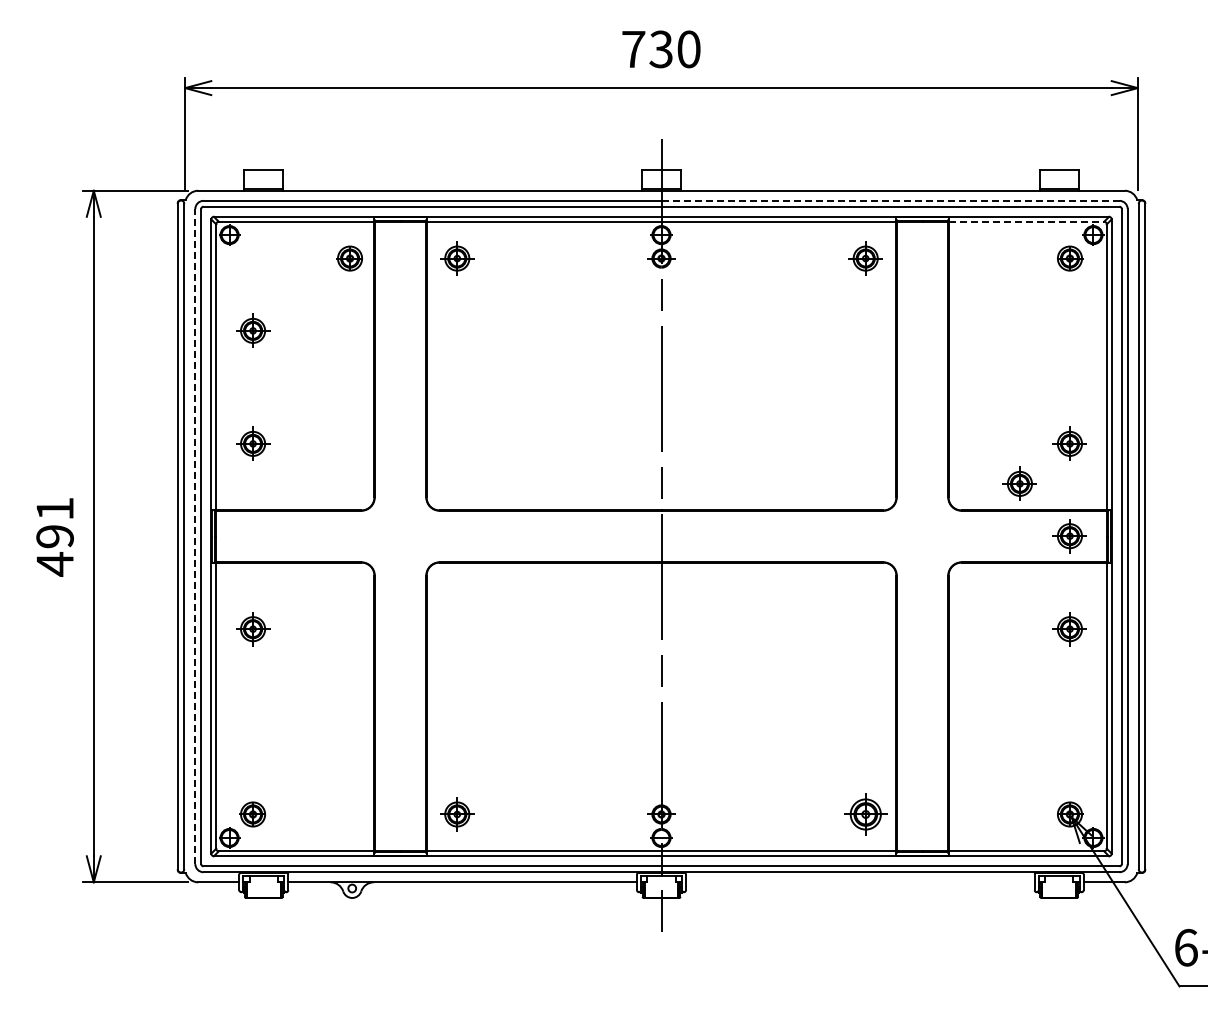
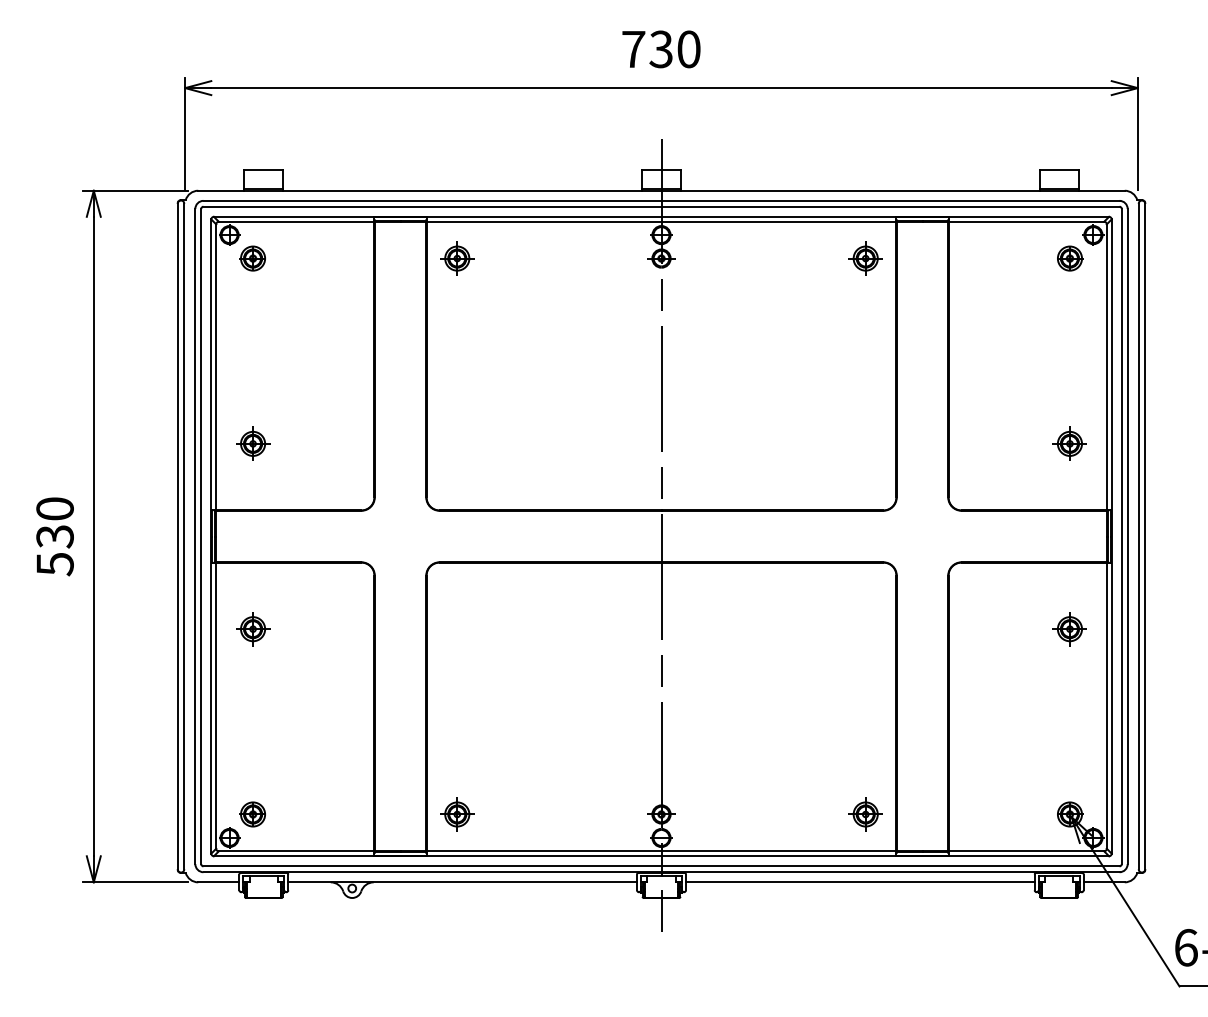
line at (891, 200): dashed -> solid
line at (1026, 221): dashed -> solid
part at (349, 258) position: (349, 258) -> (252, 258)
part at (253, 330): present -> none
part at (1019, 483): present -> none
text at (54, 536): 491 -> 530
line at (195, 536): dashed -> solid
part at (1069, 536): present -> none
part at (865, 814) size: 44x43 px -> 35x35 px
line at (859, 882): none -> present
